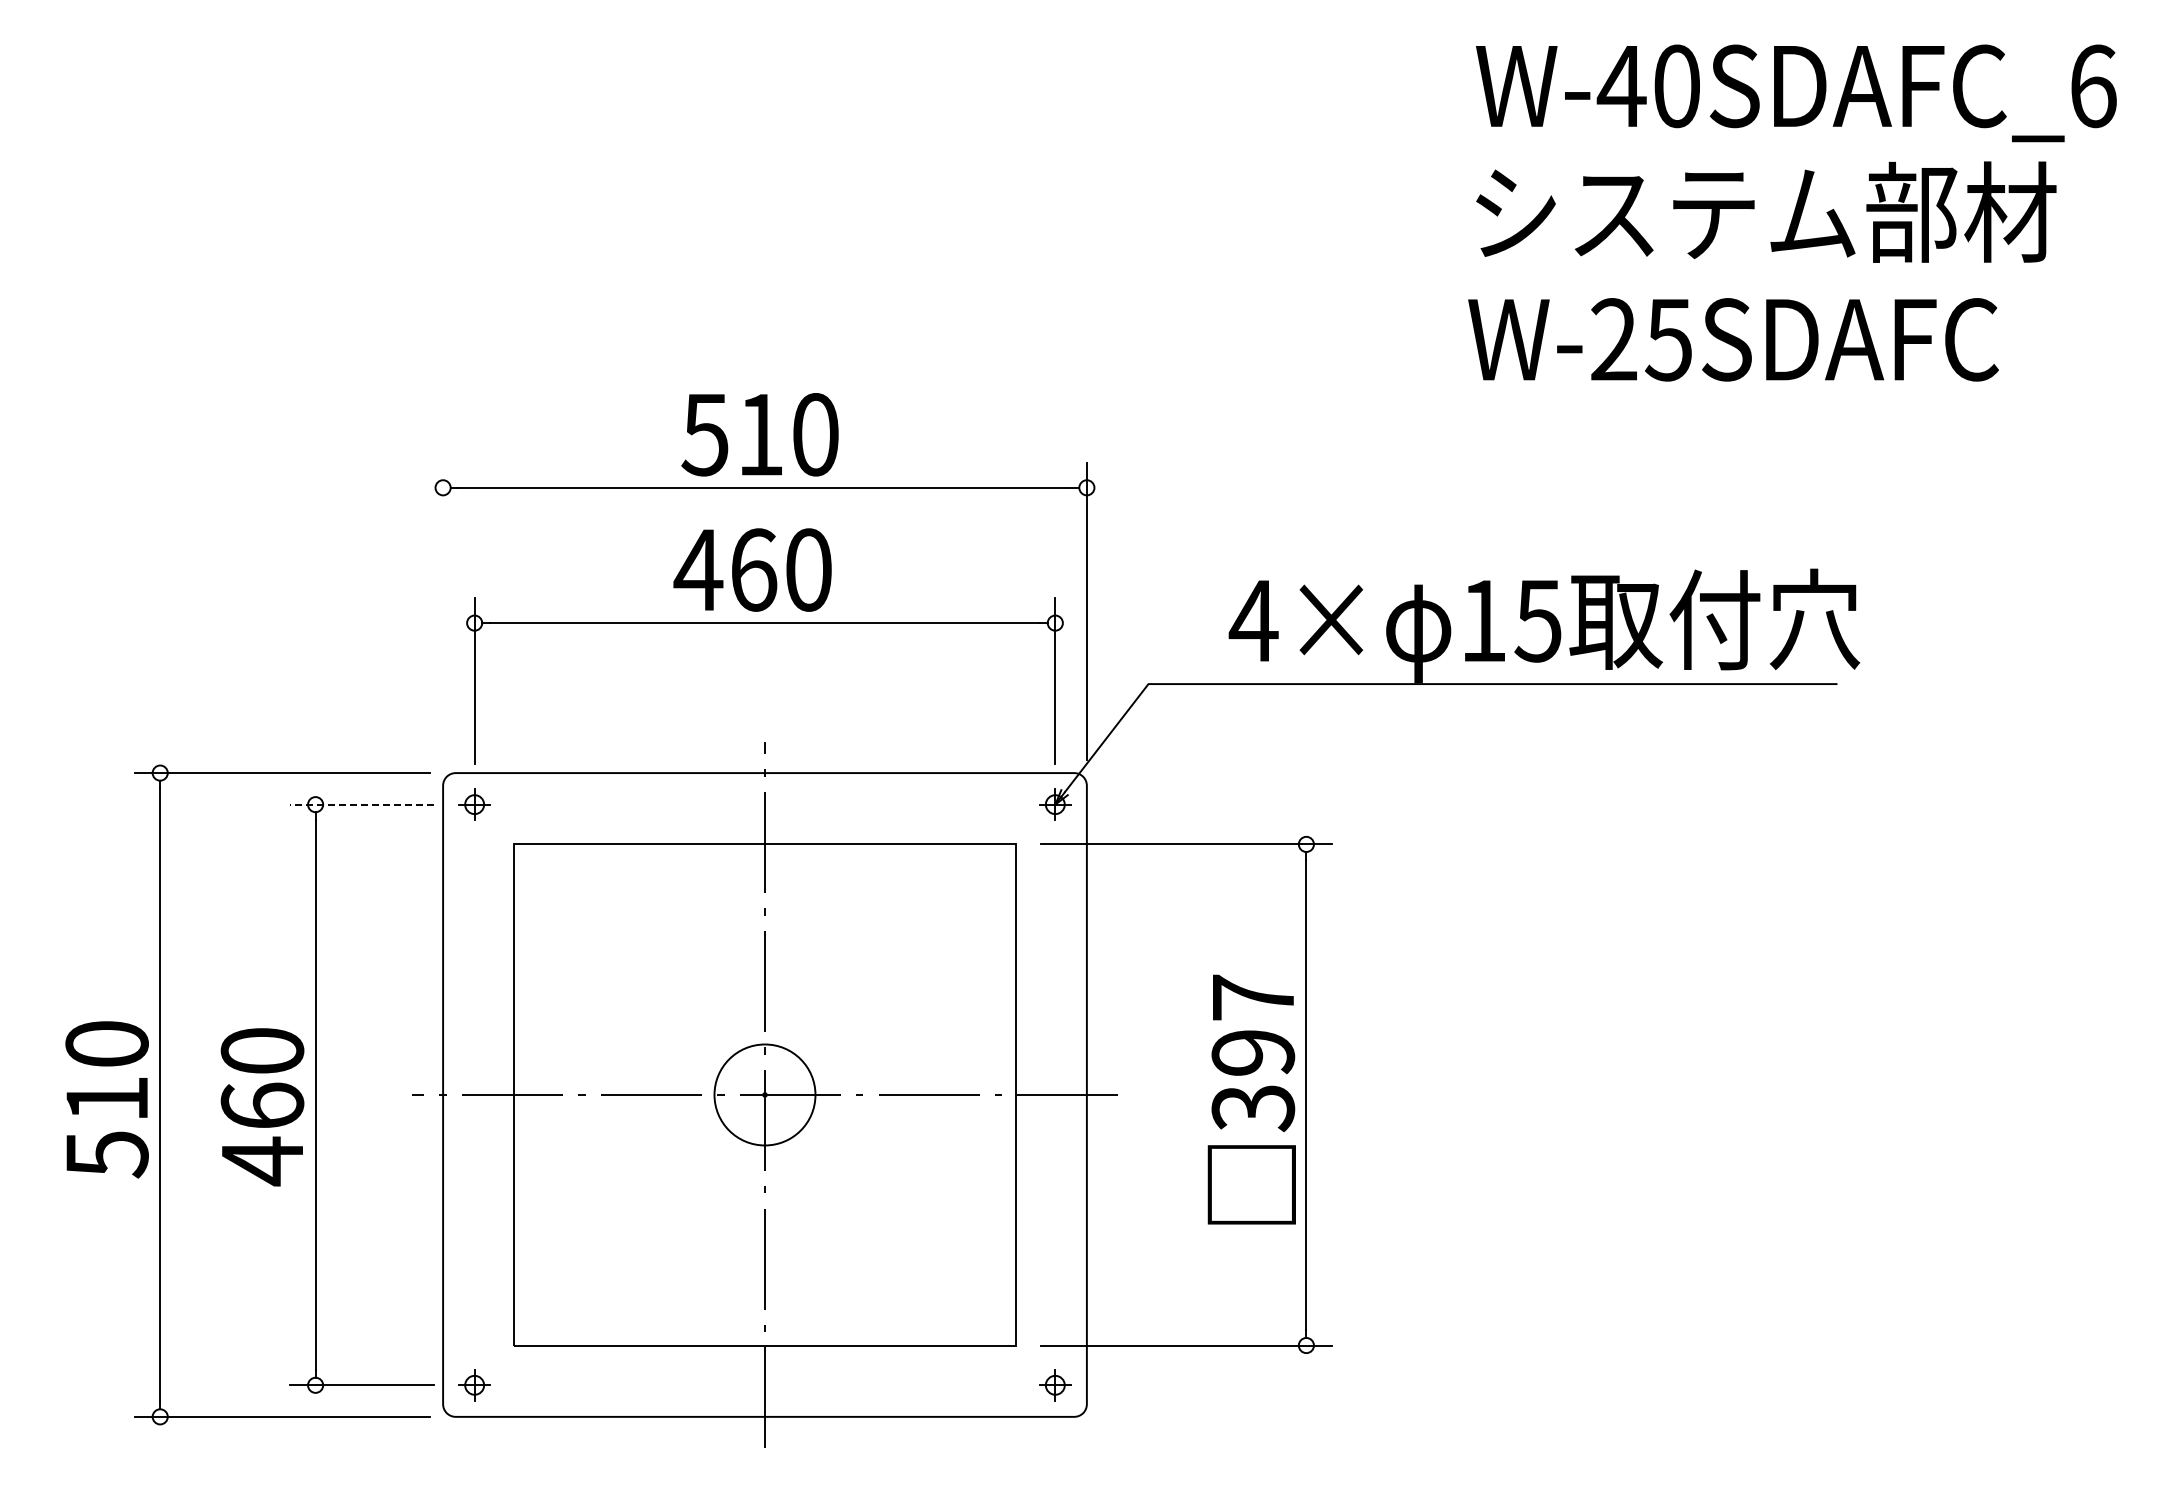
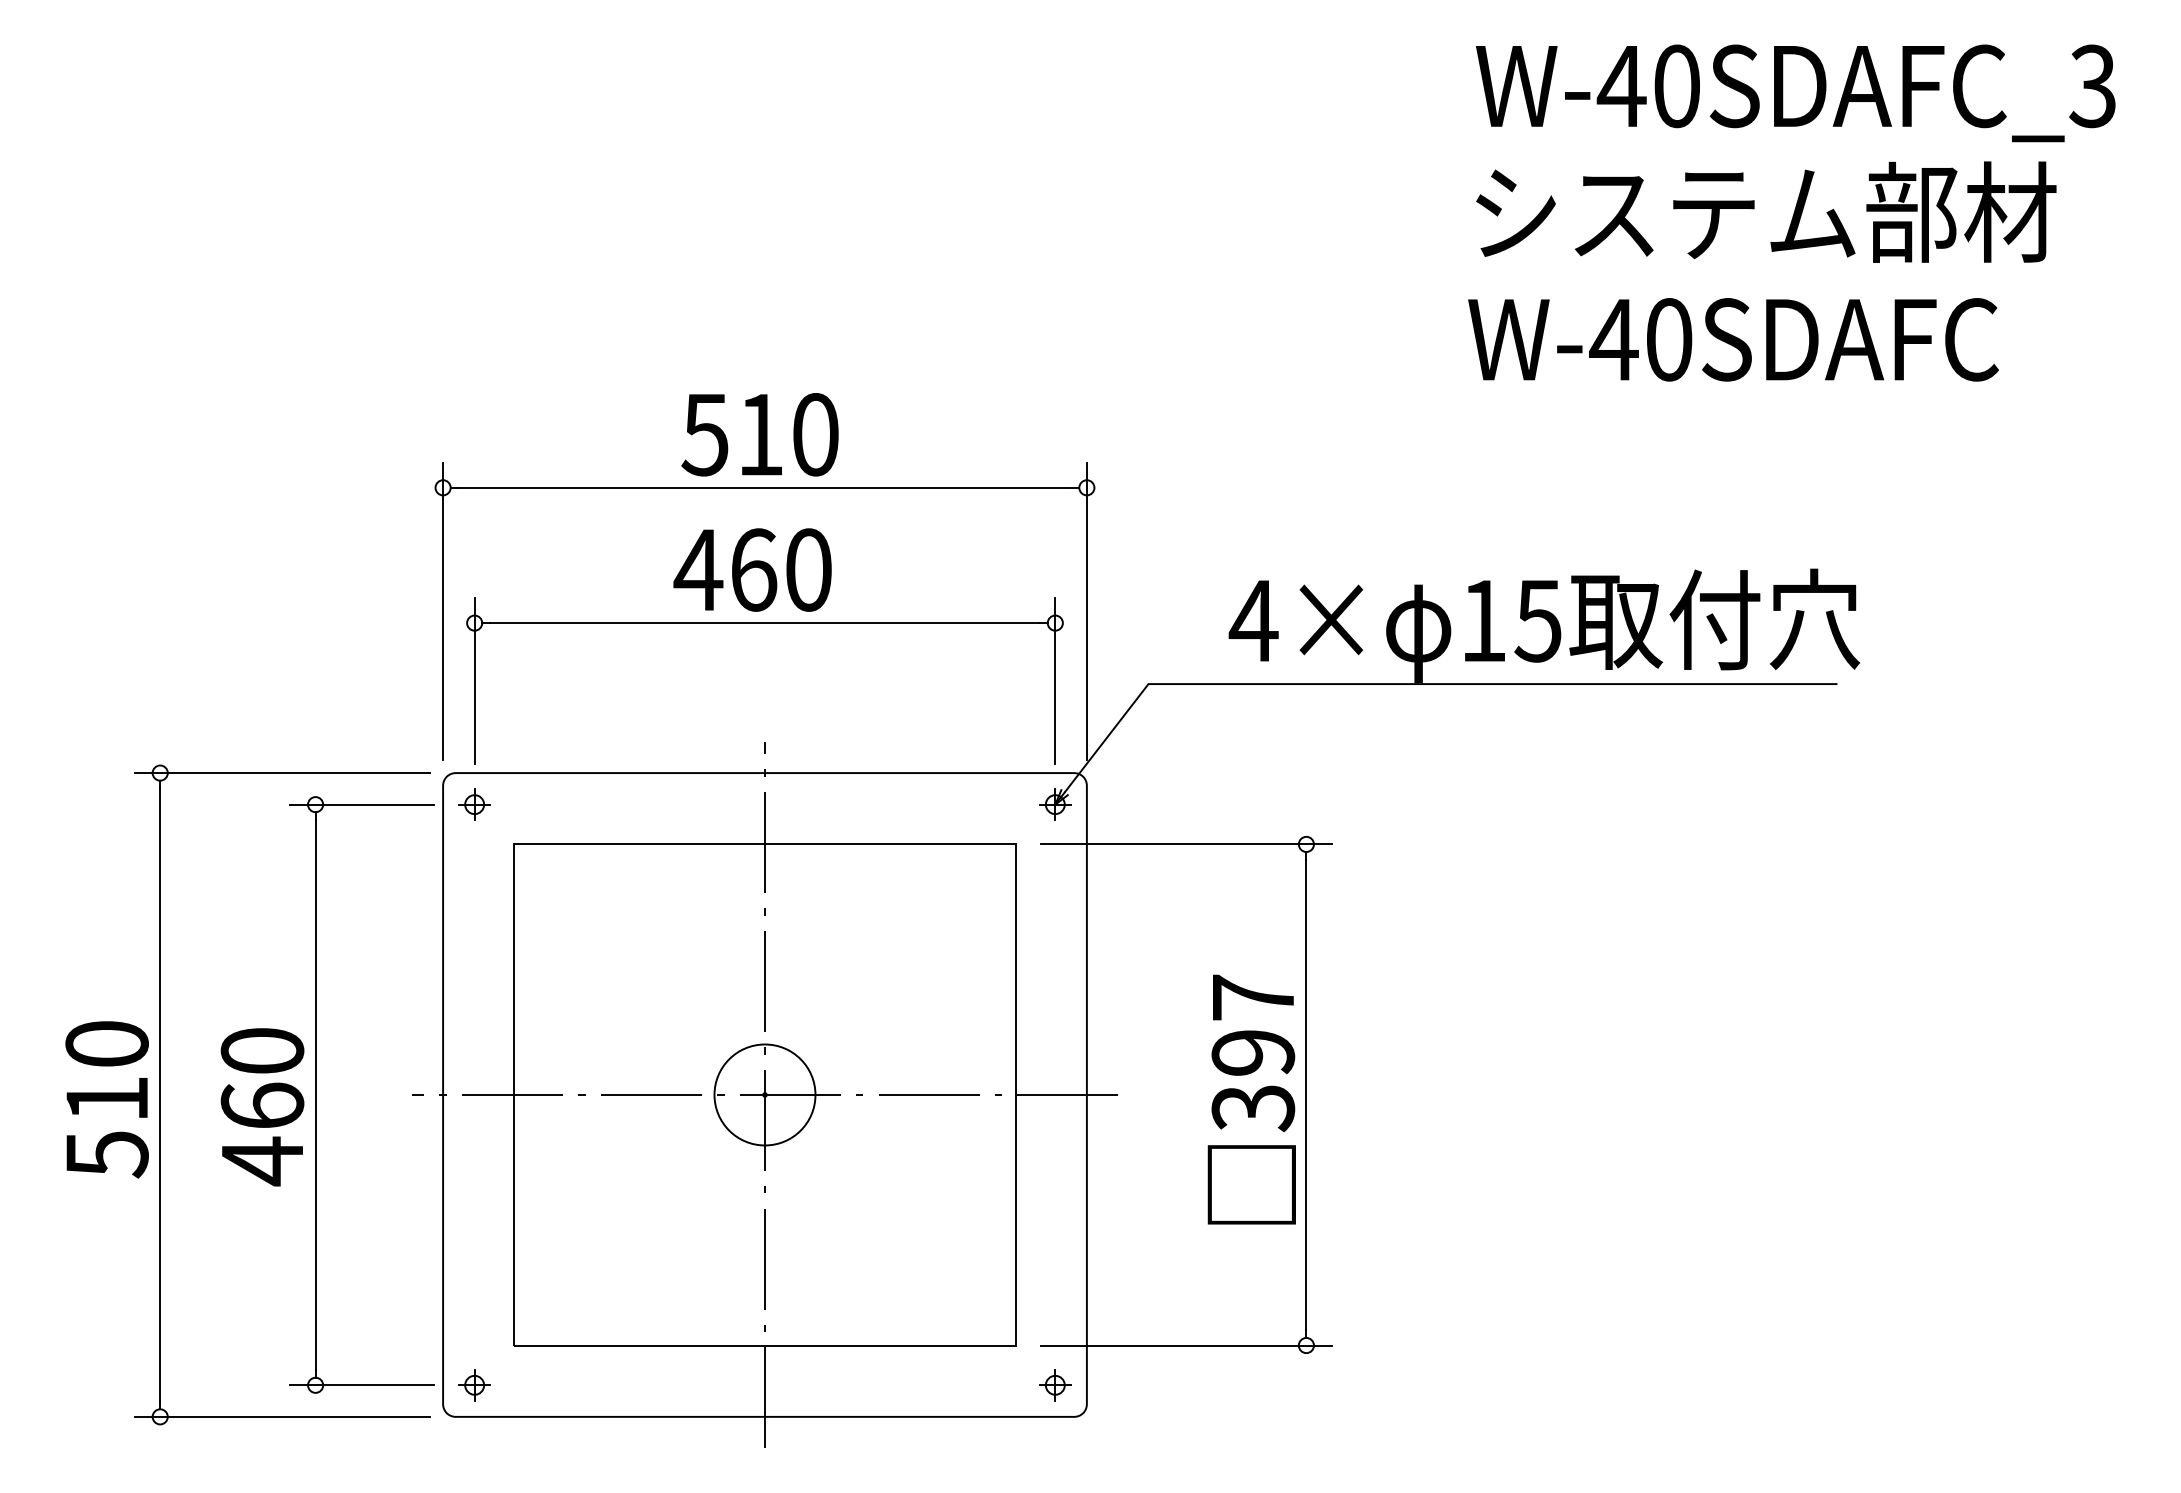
text at (2092, 86): W-40SDAFC_6 -> W-40SDAFC_3
text at (1640, 339): W-25SDAFC -> W-40SDAFC
line at (443, 611): none -> present
line at (362, 804): dashed -> solid
